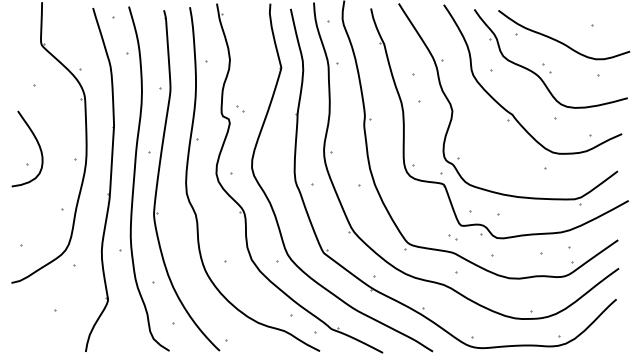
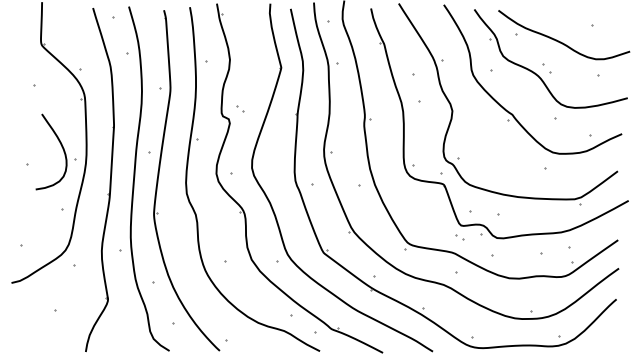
curve at (37, 144) position: (37, 144) -> (61, 147)
part at (452, 237) position: (452, 237) -> (459, 237)
